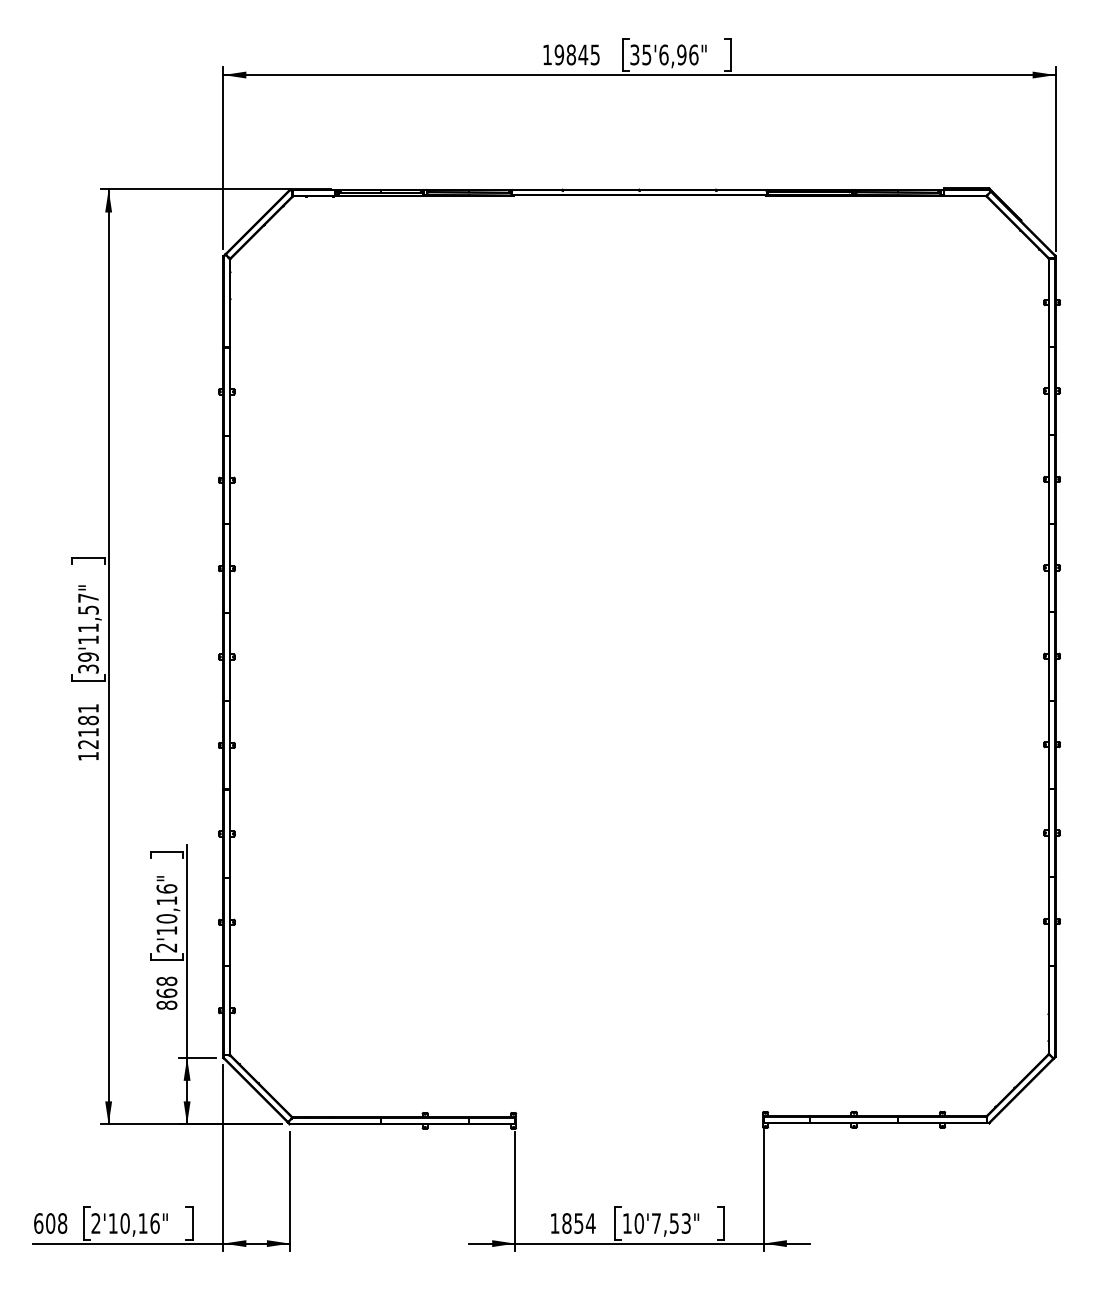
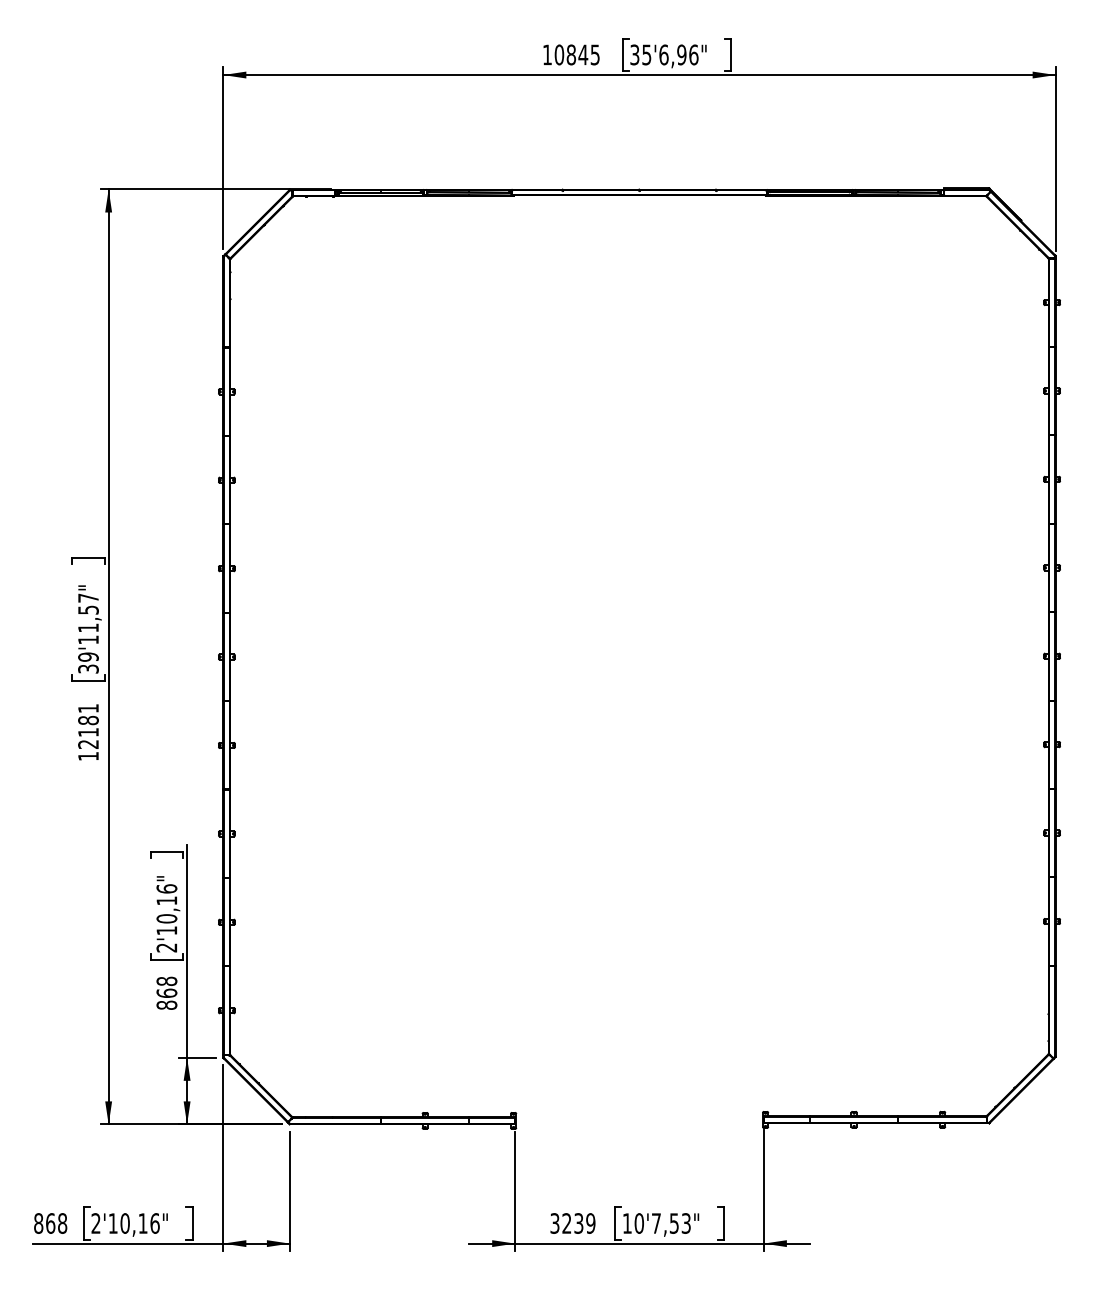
text at (558, 55): 19845 -> 10845
text at (44, 1223): 608 -> 868
text at (572, 1223): 1854 -> 3239
